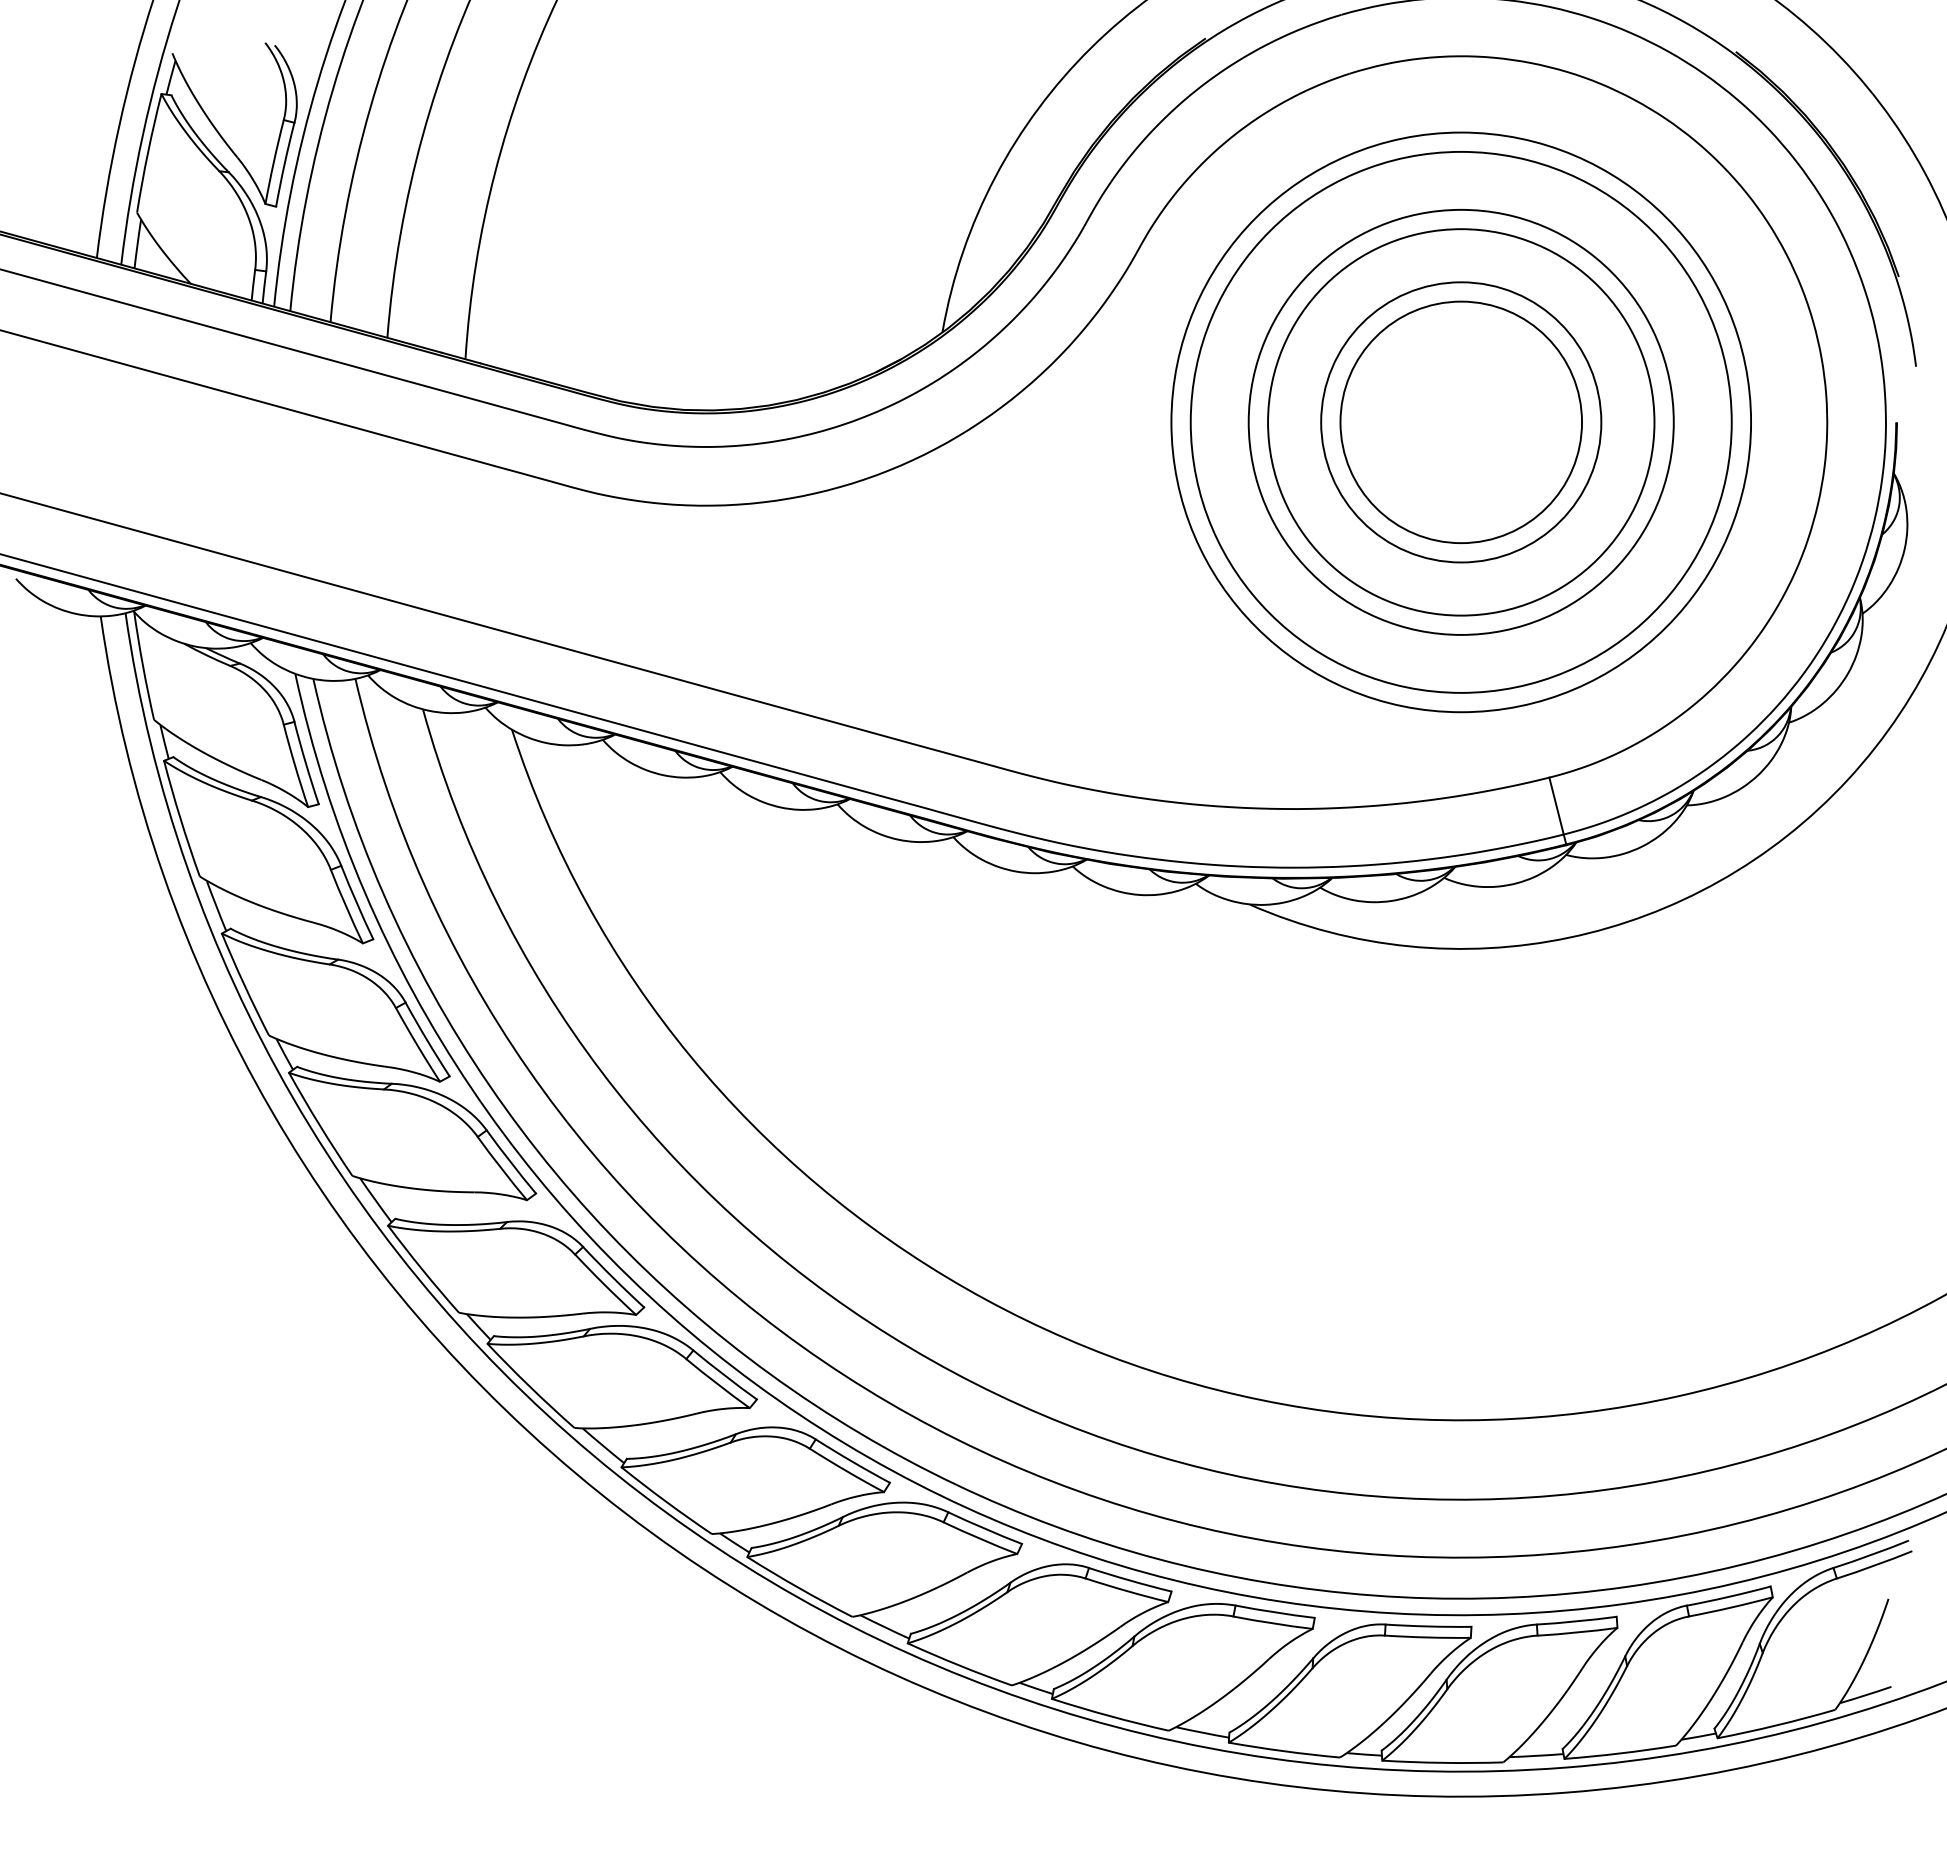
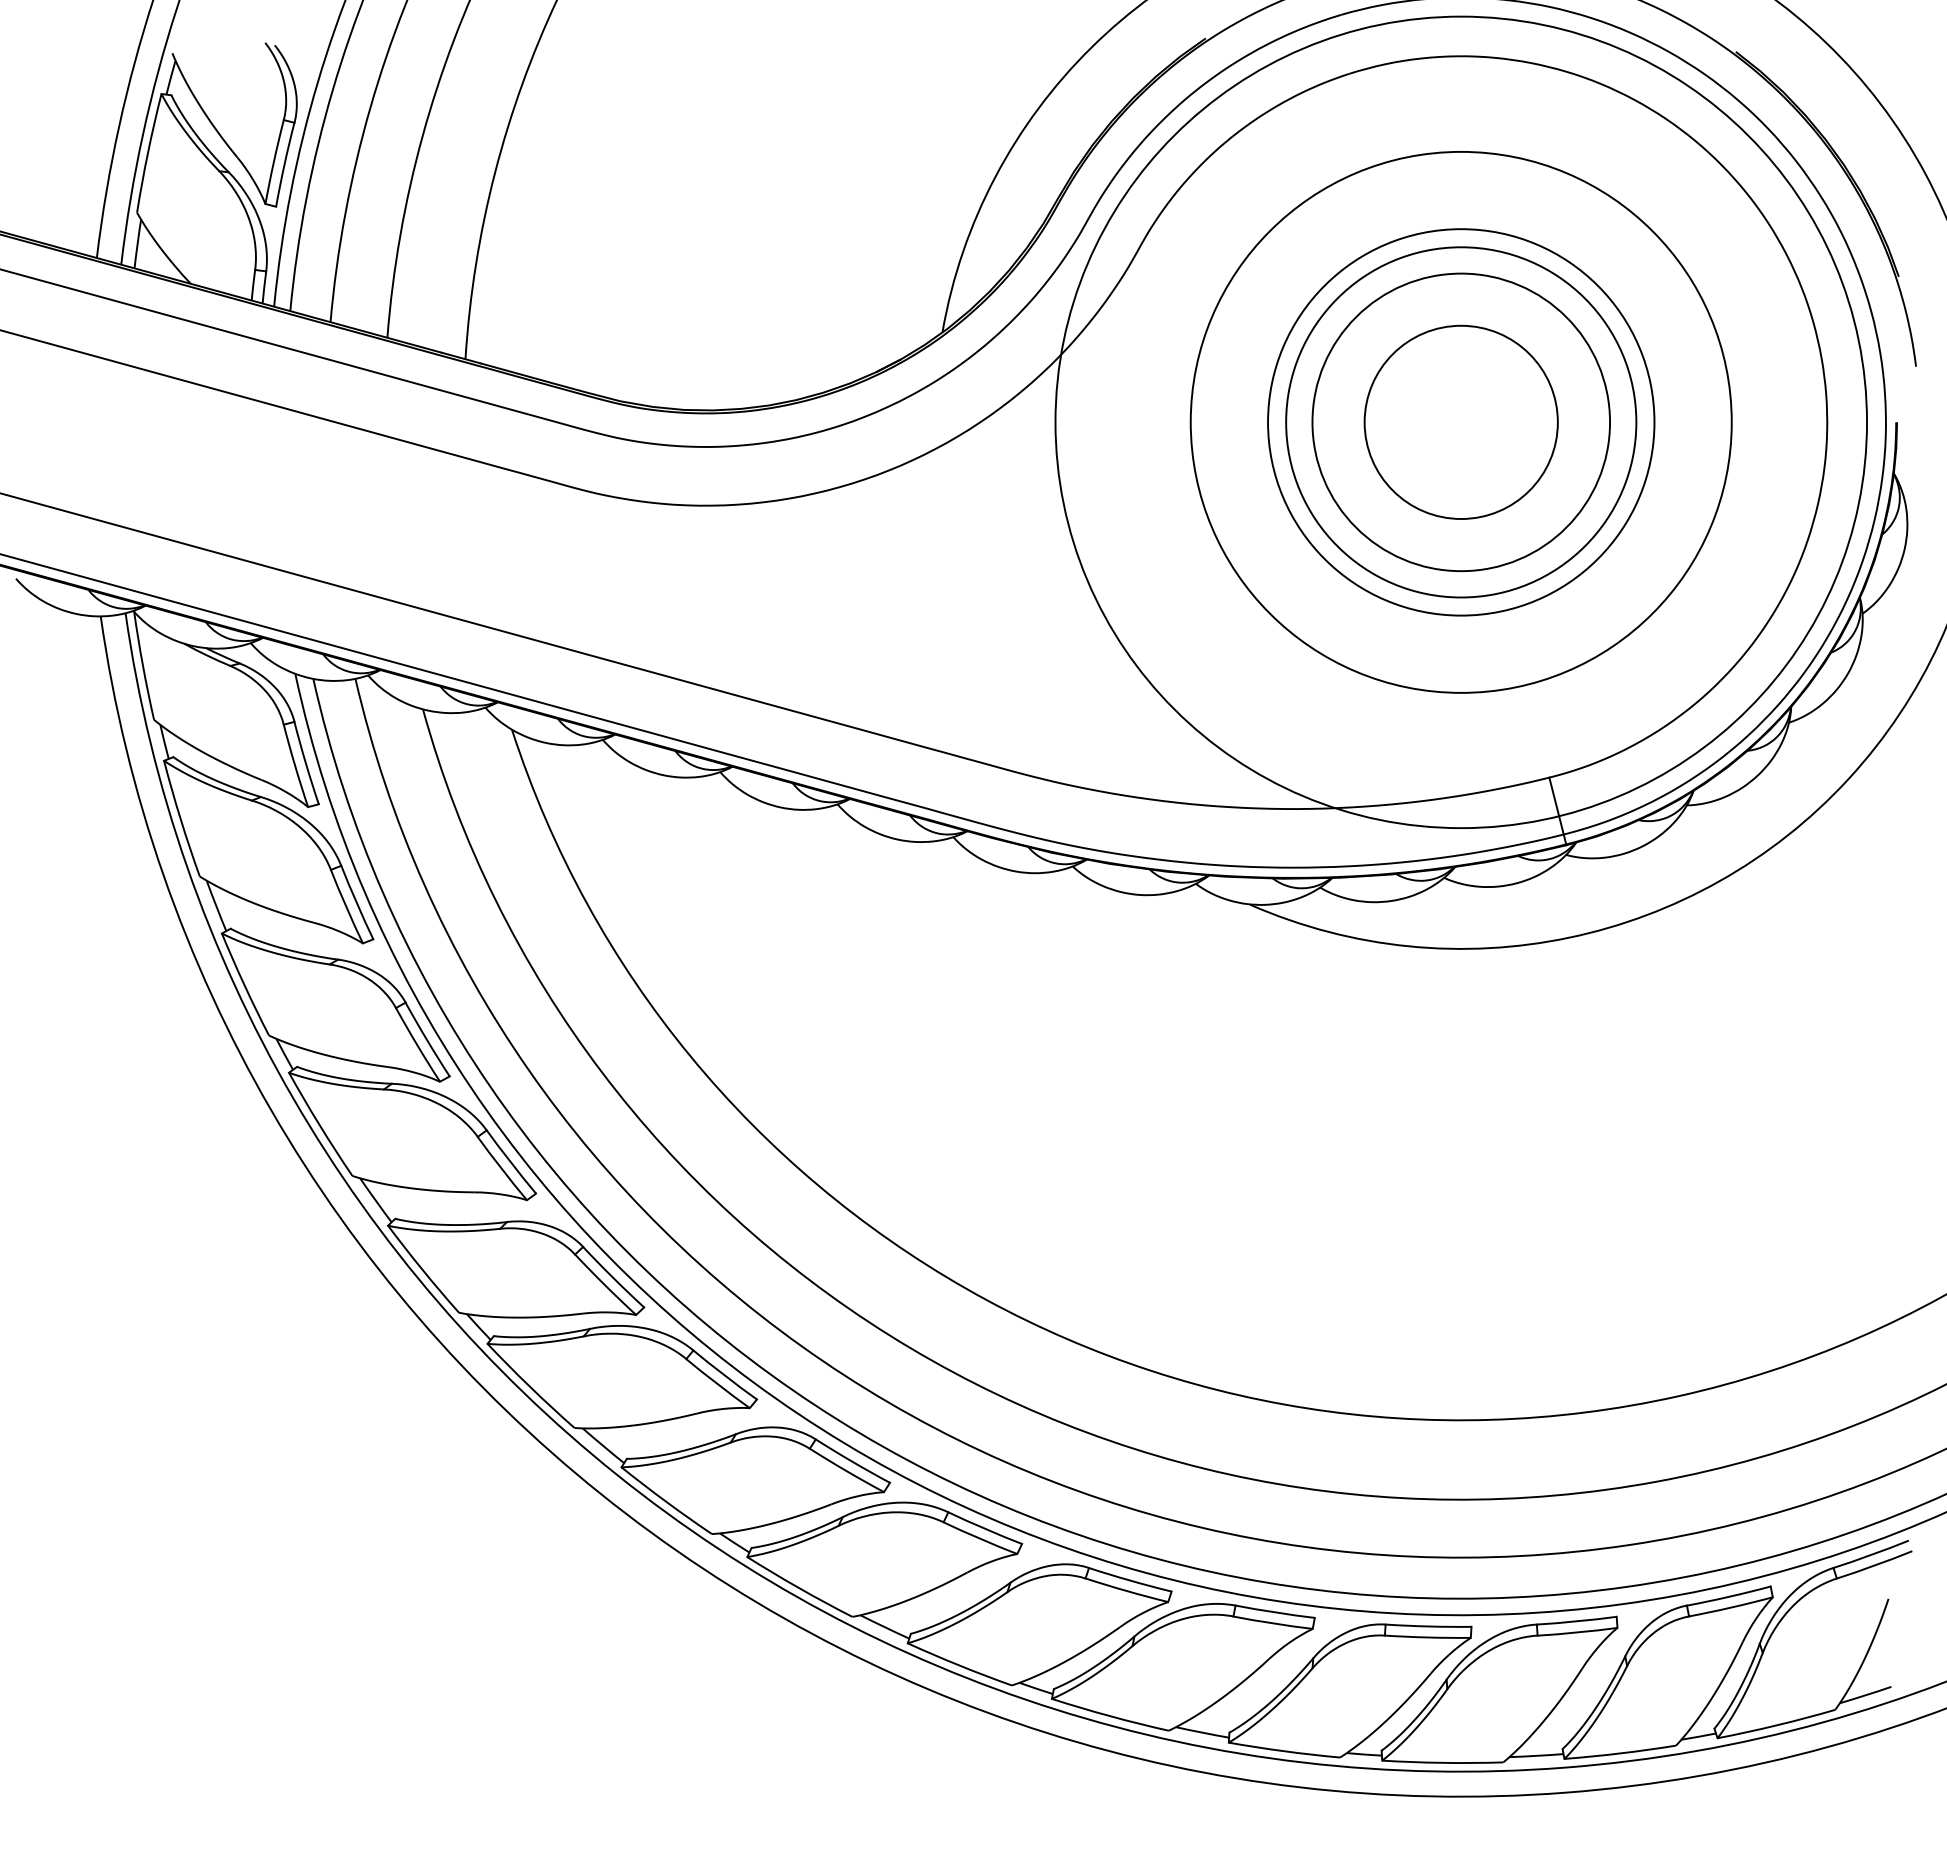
circle at (1460, 421) diameter: 425 px -> 298 px
circle at (1461, 422) diameter: 242 px -> 193 px
circle at (1461, 422) diameter: 280 px -> 350 px
circle at (1461, 422) diameter: 580 px -> 812 px
